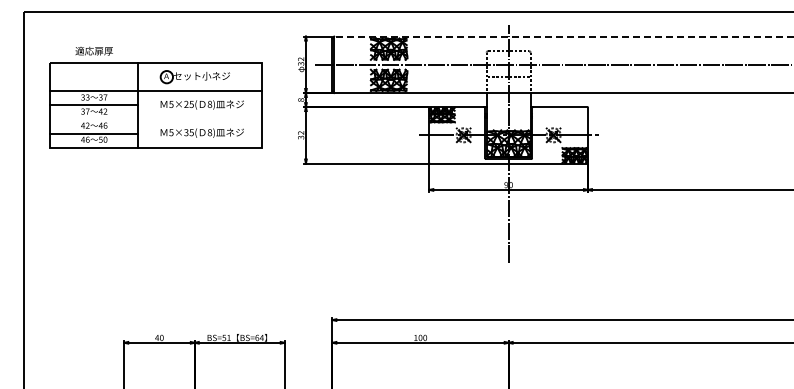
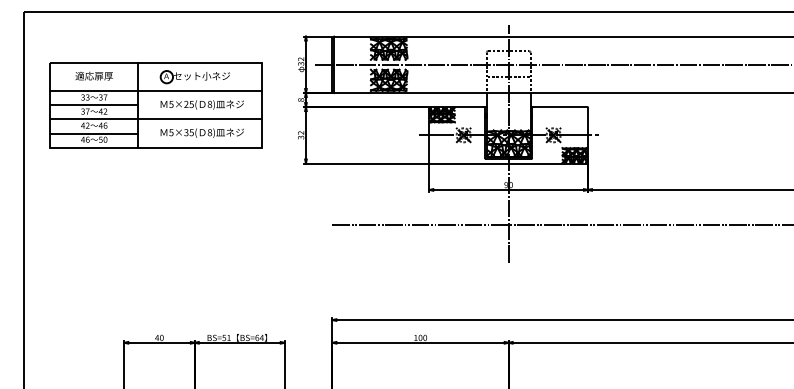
line at (563, 36): dashed -> solid
text at (93, 50) position: (93, 50) -> (93, 75)
line at (155, 119): none -> present
line at (561, 225): none -> present
